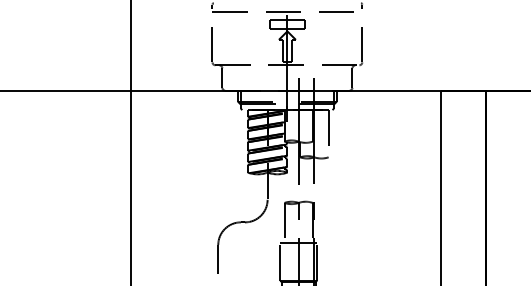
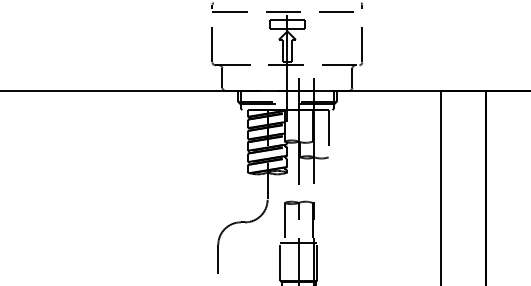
line at (131, 142): present -> none
